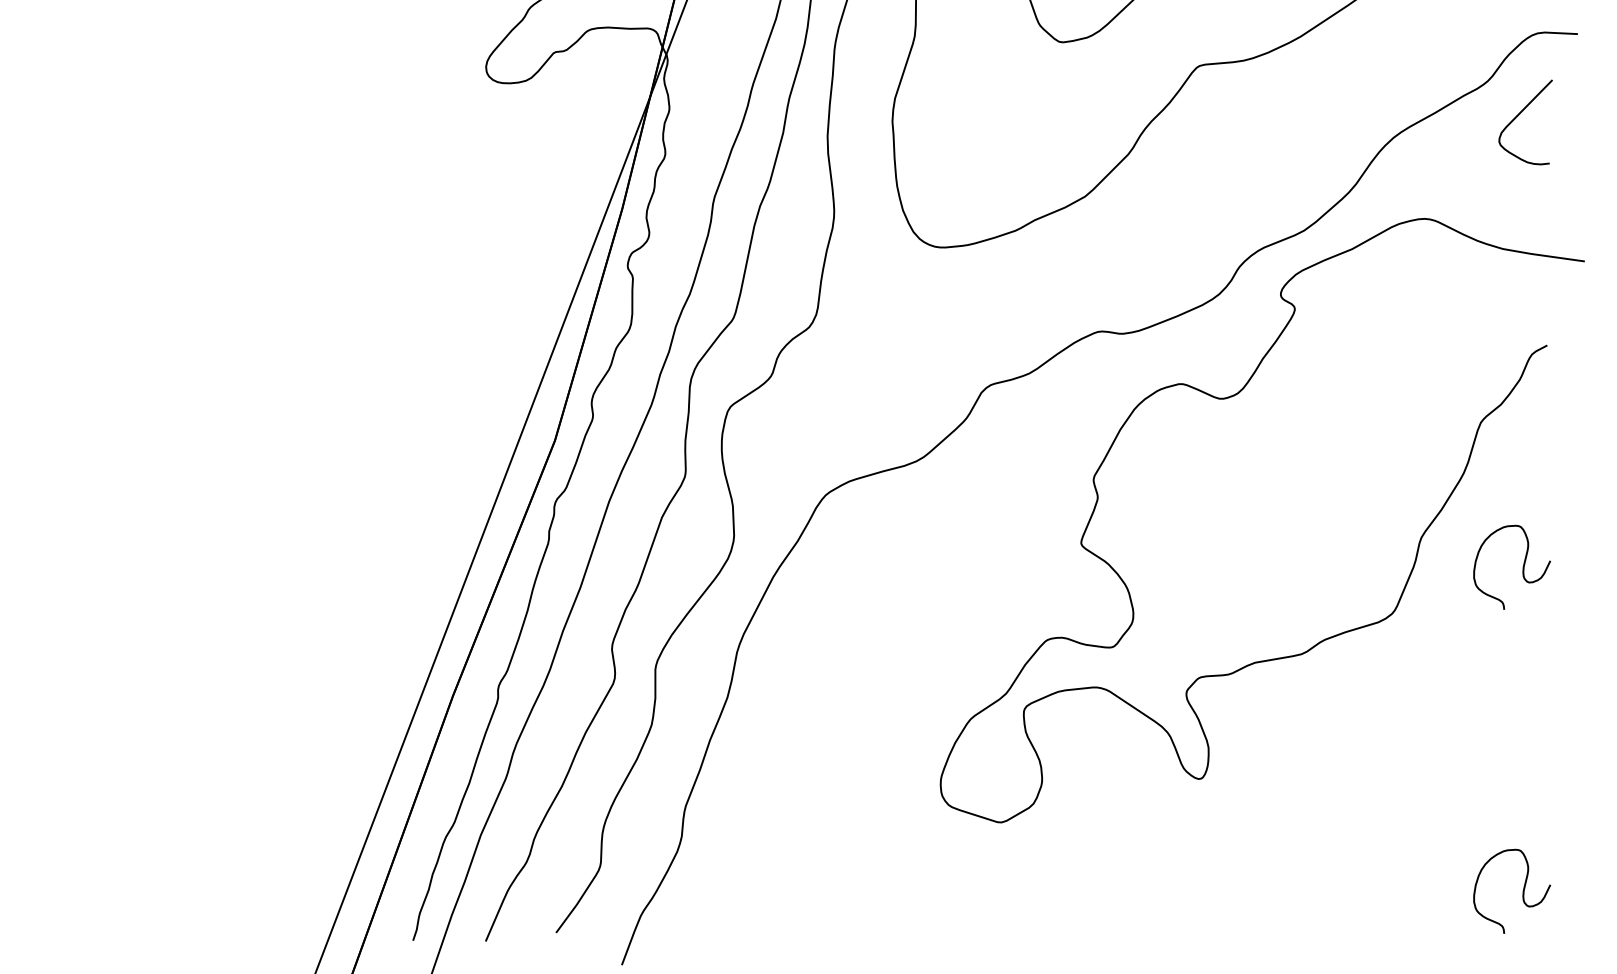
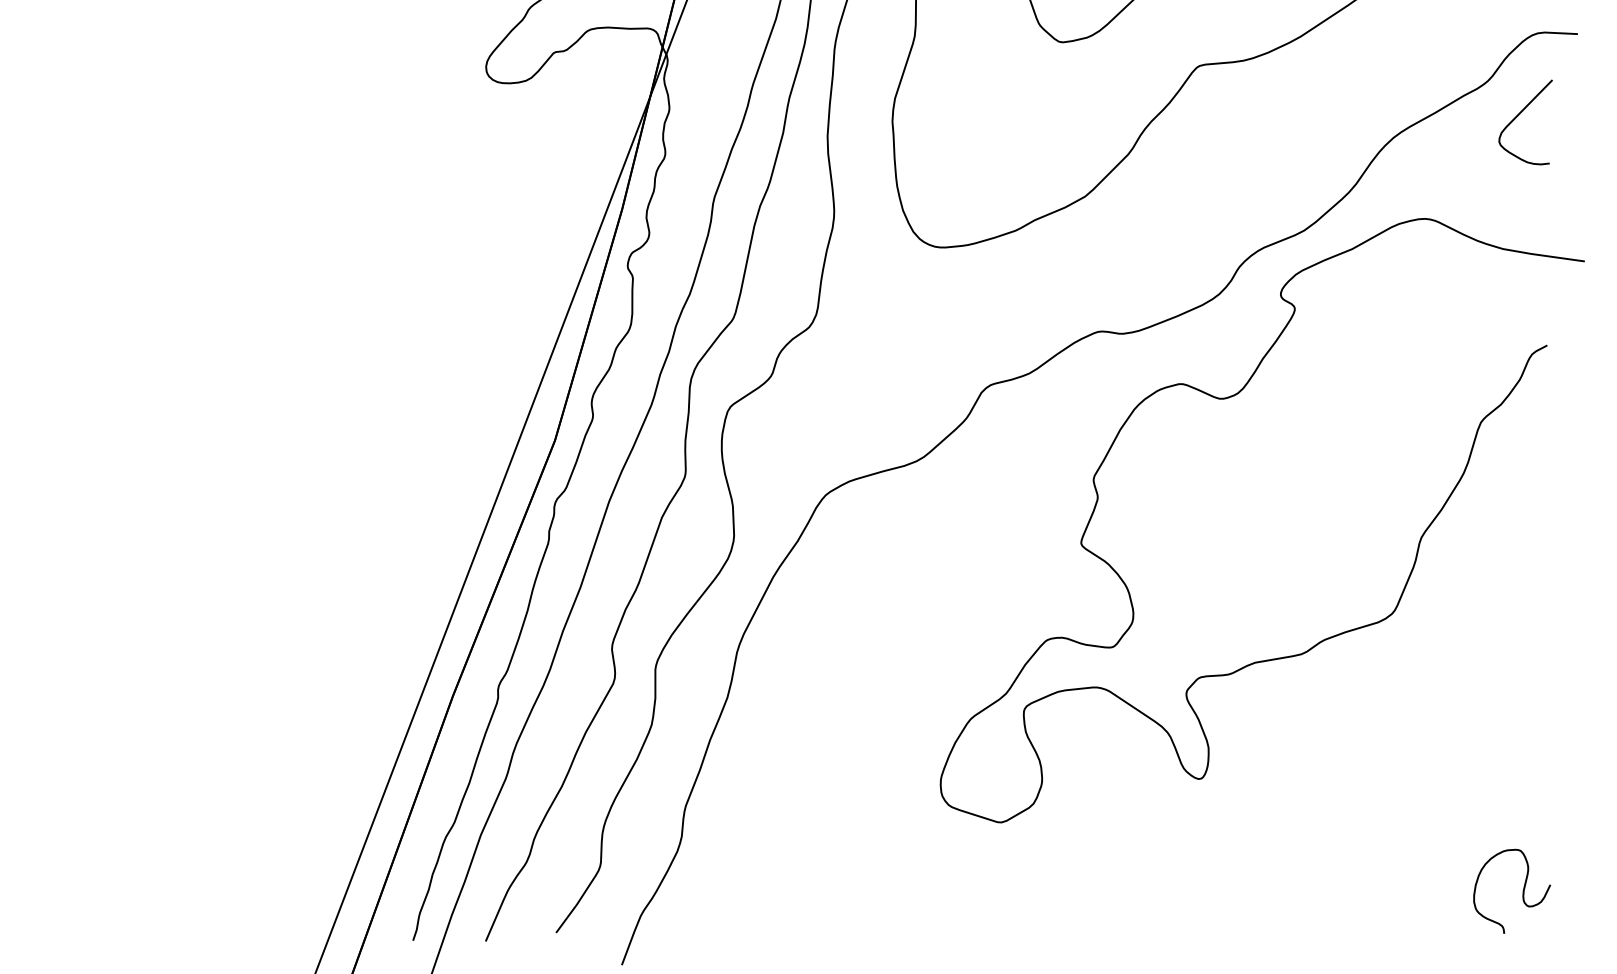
curve at (1522, 566): present -> none
